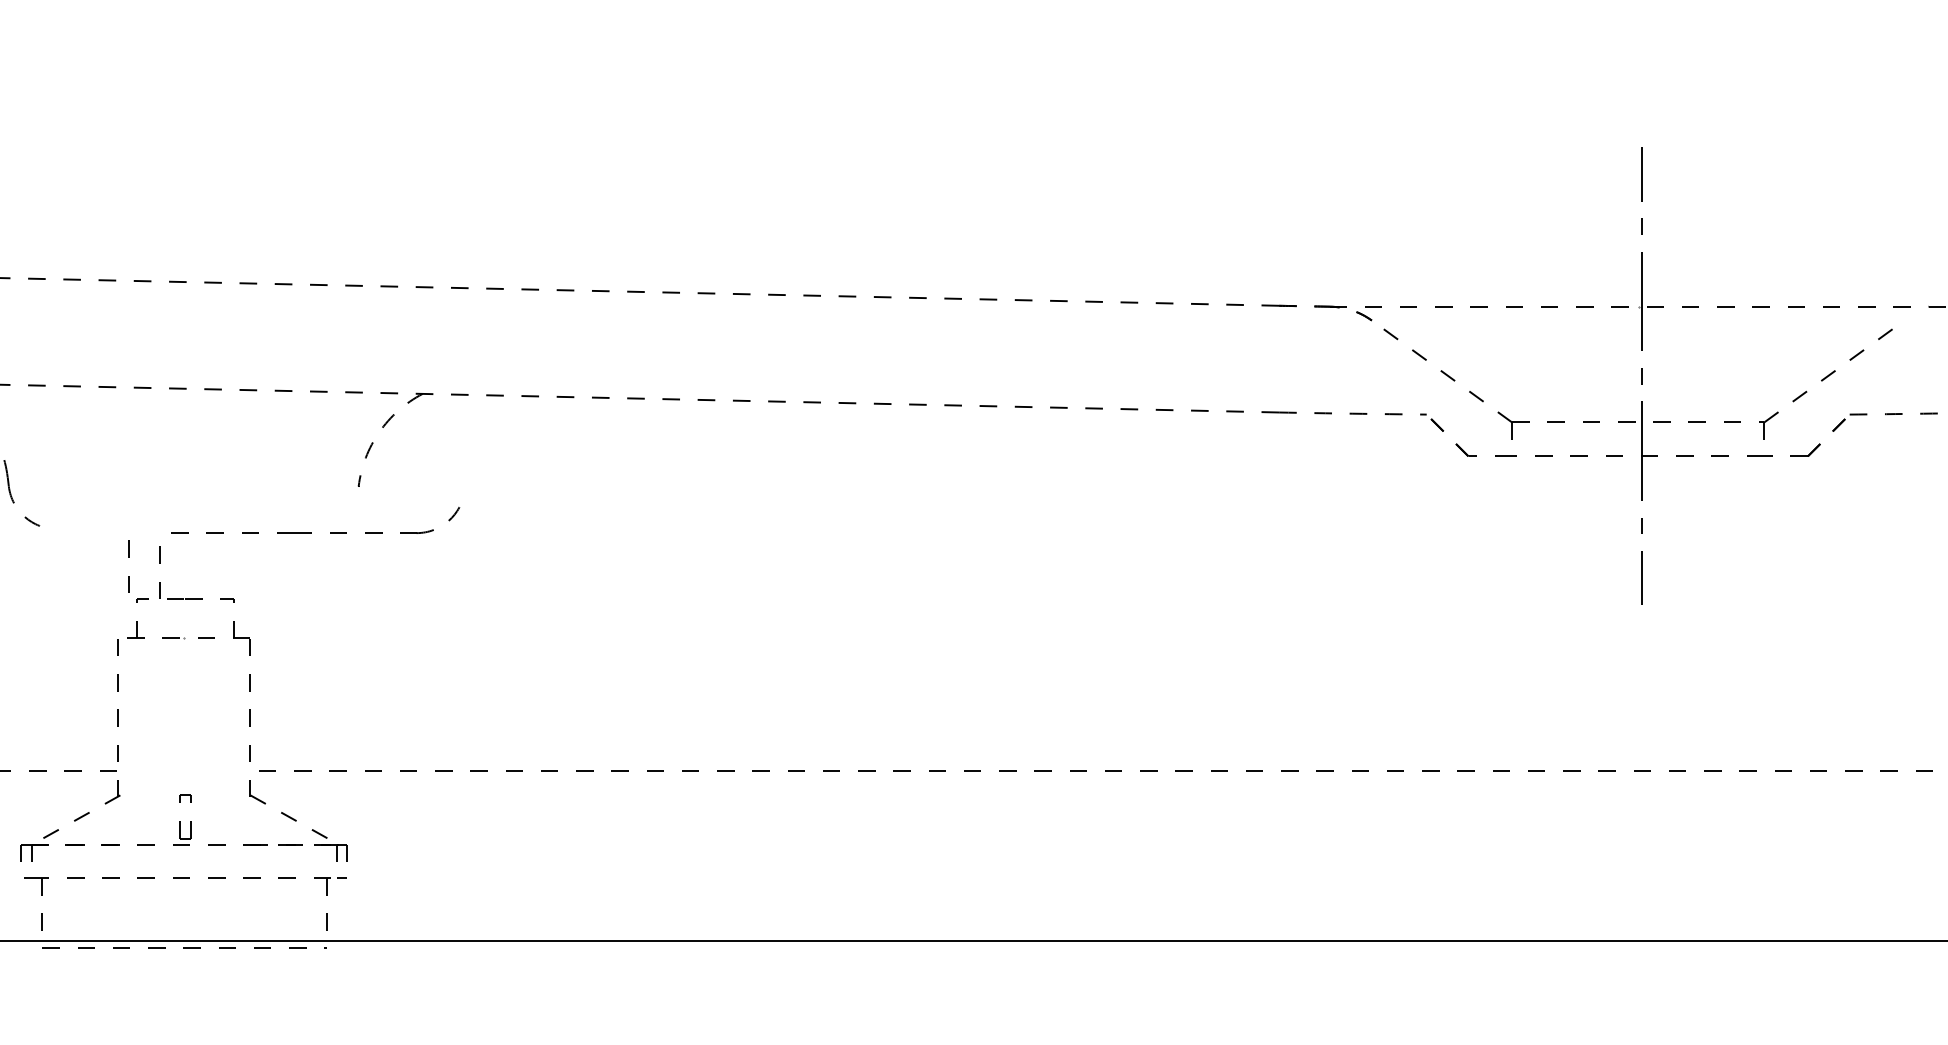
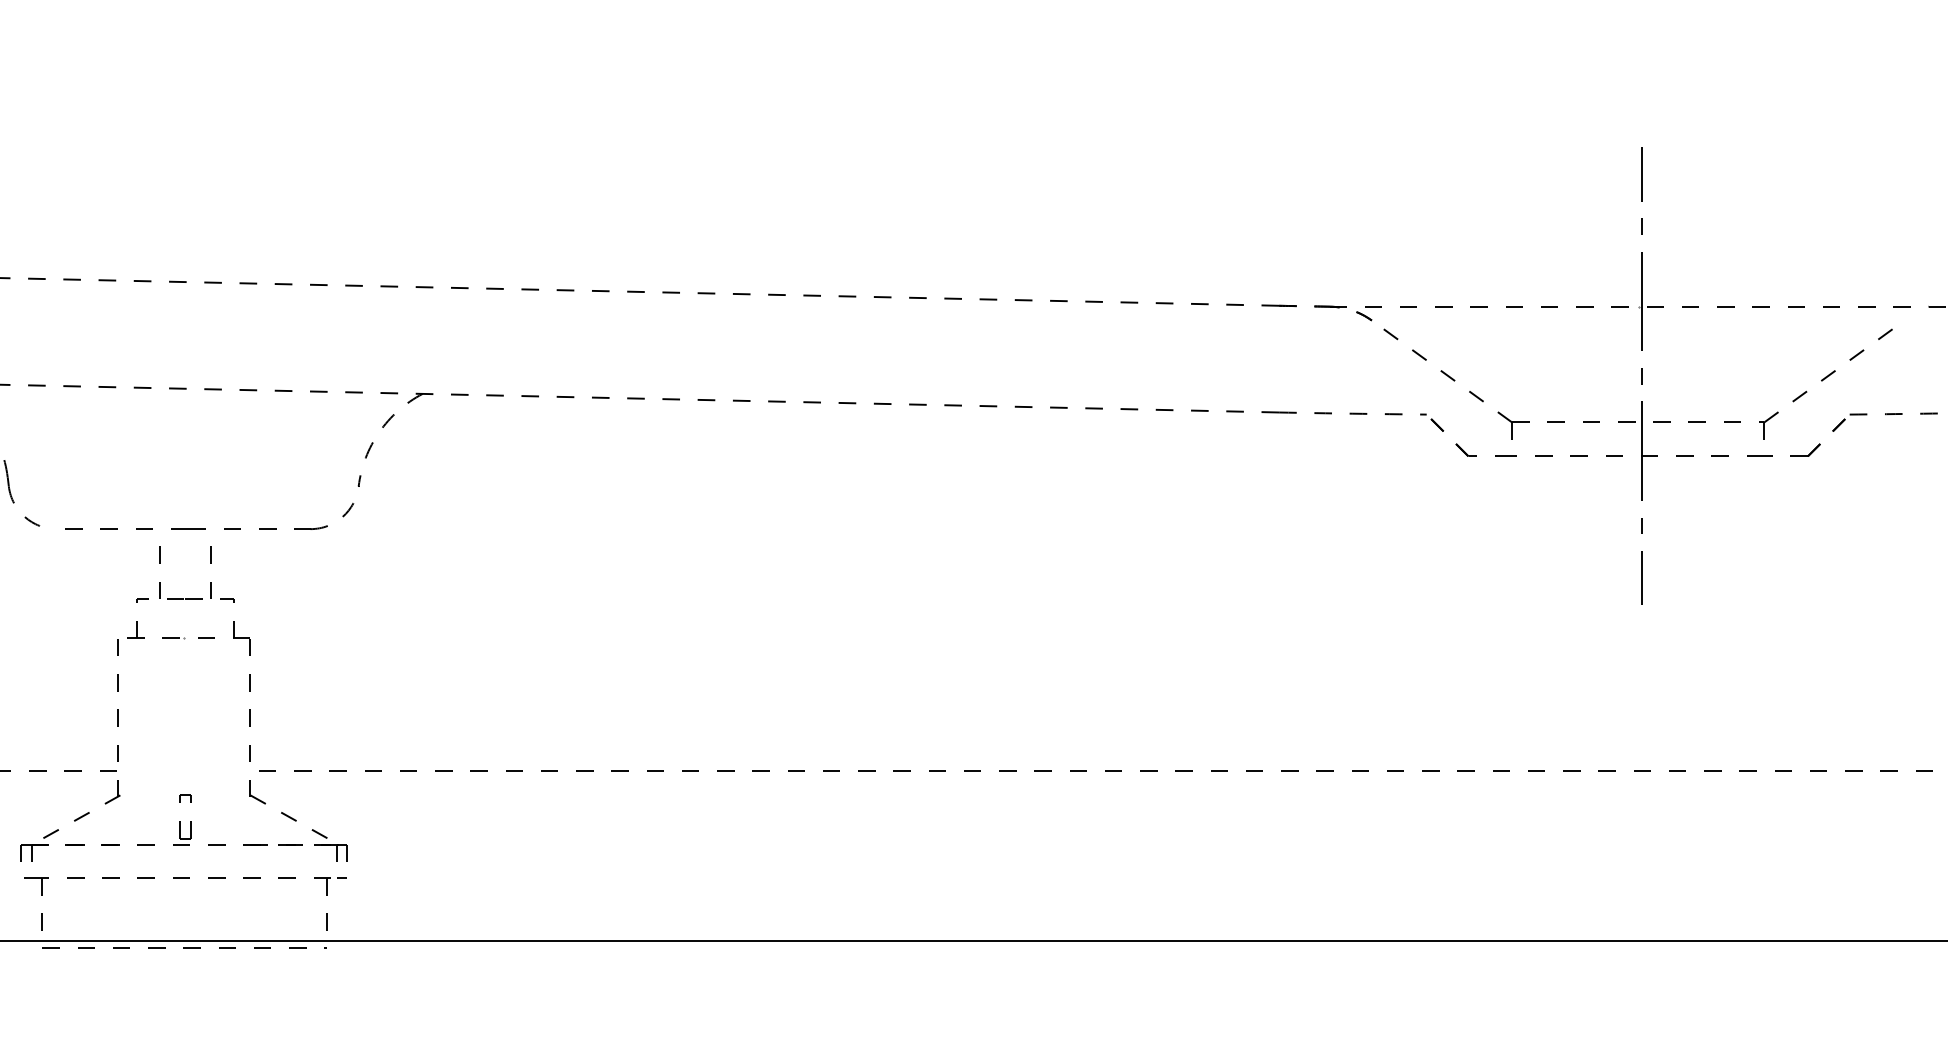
part at (311, 532) position: (311, 532) -> (205, 528)
line at (128, 557) position: (128, 557) -> (210, 563)
